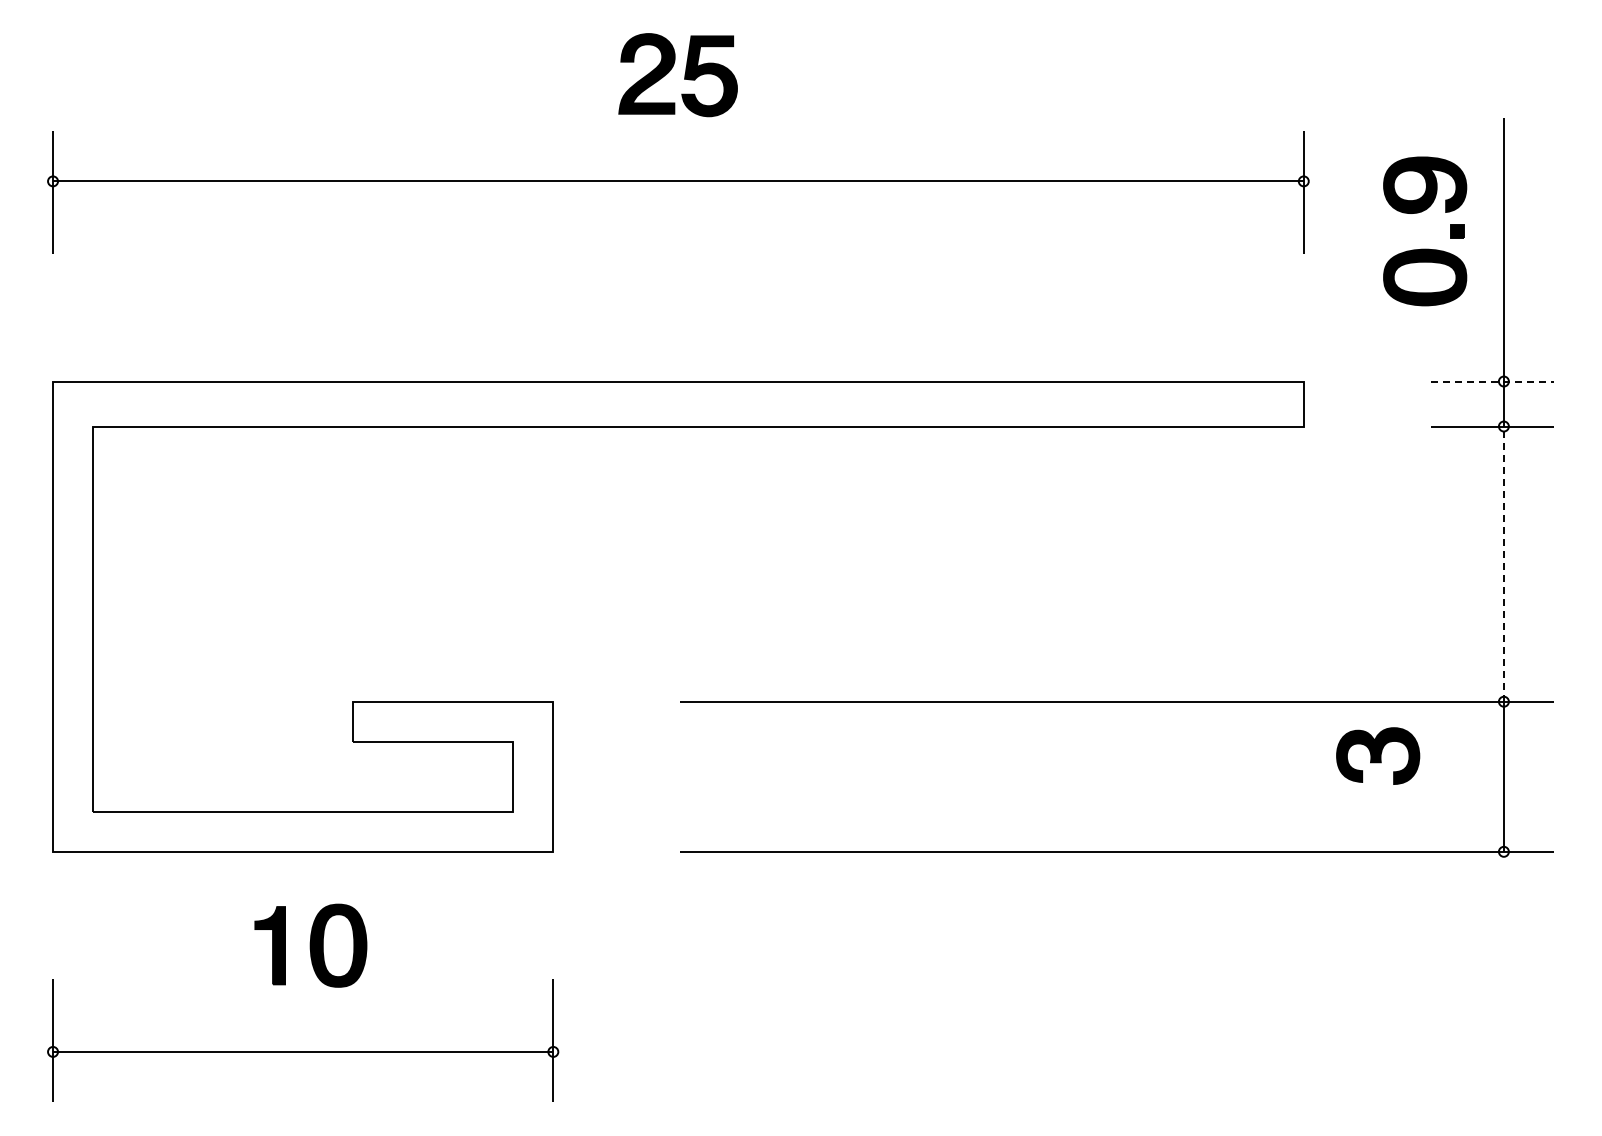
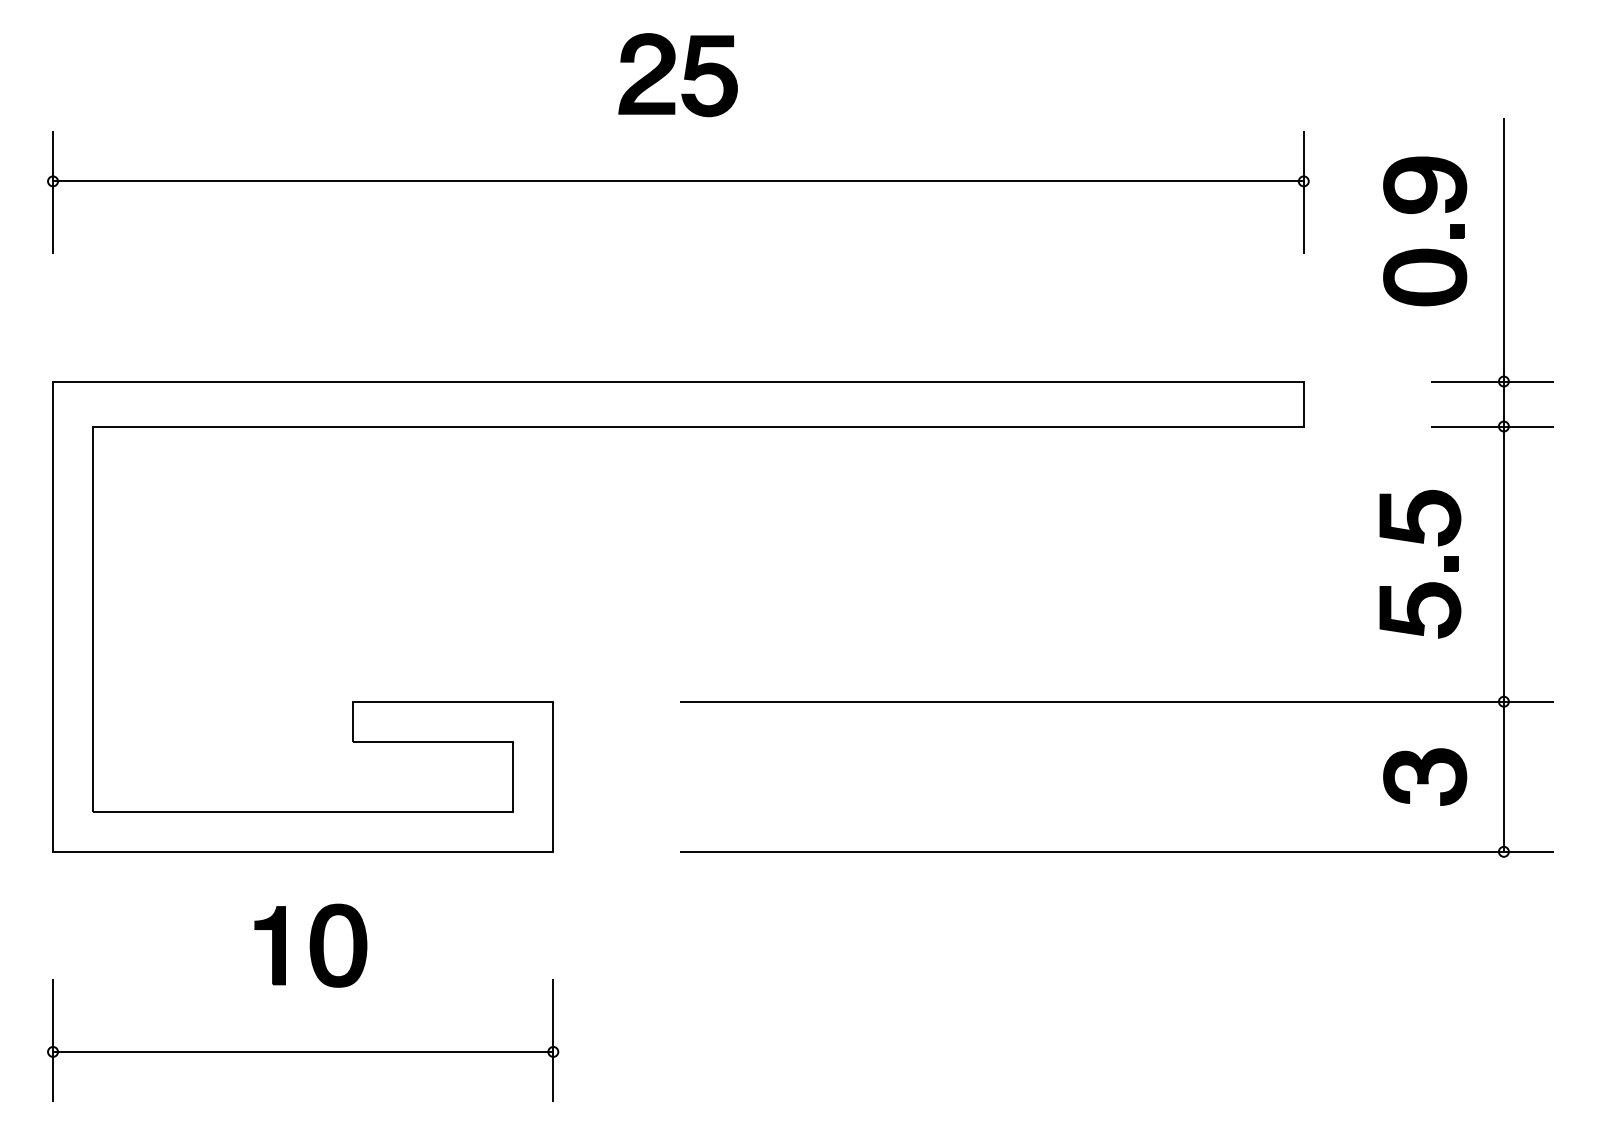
line at (1492, 381): dashed -> solid
line at (1503, 564): dashed -> solid
part at (1423, 583): none -> present
part at (1378, 755) position: (1378, 755) -> (1425, 776)
